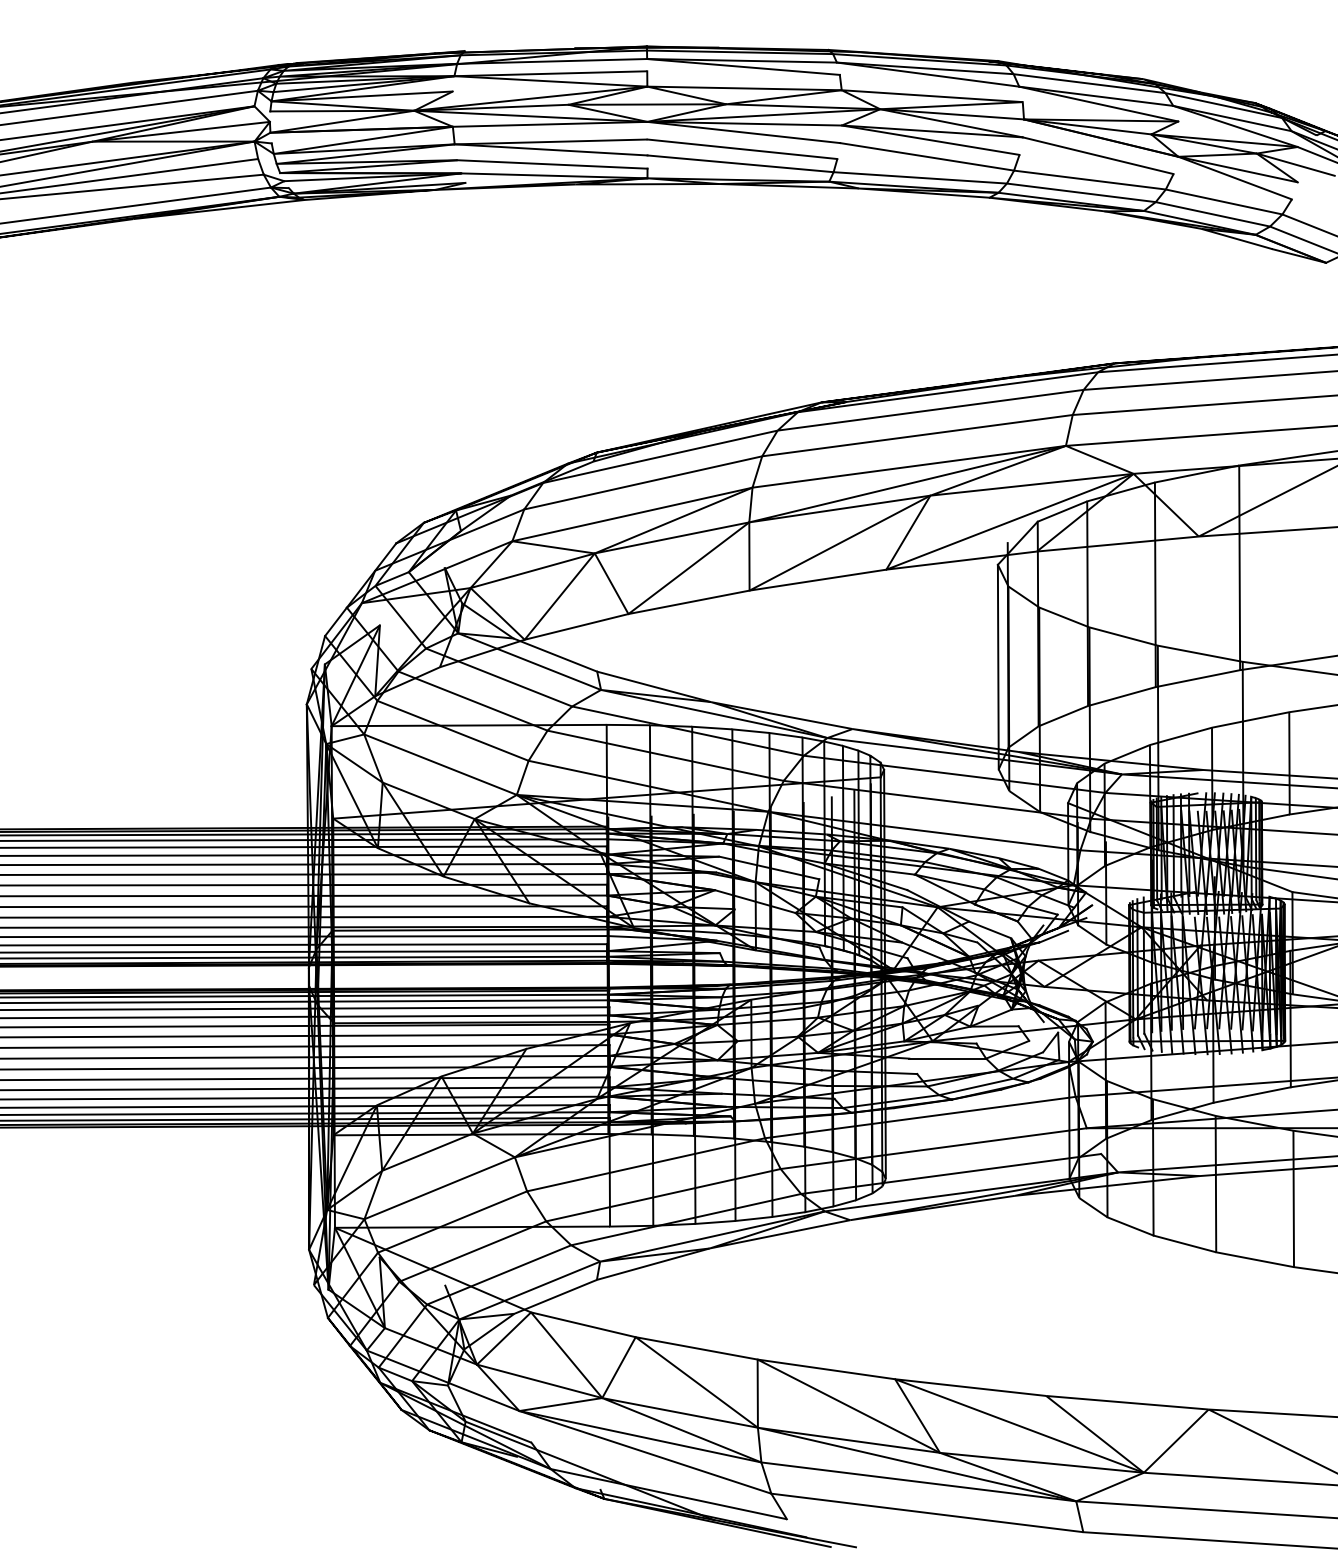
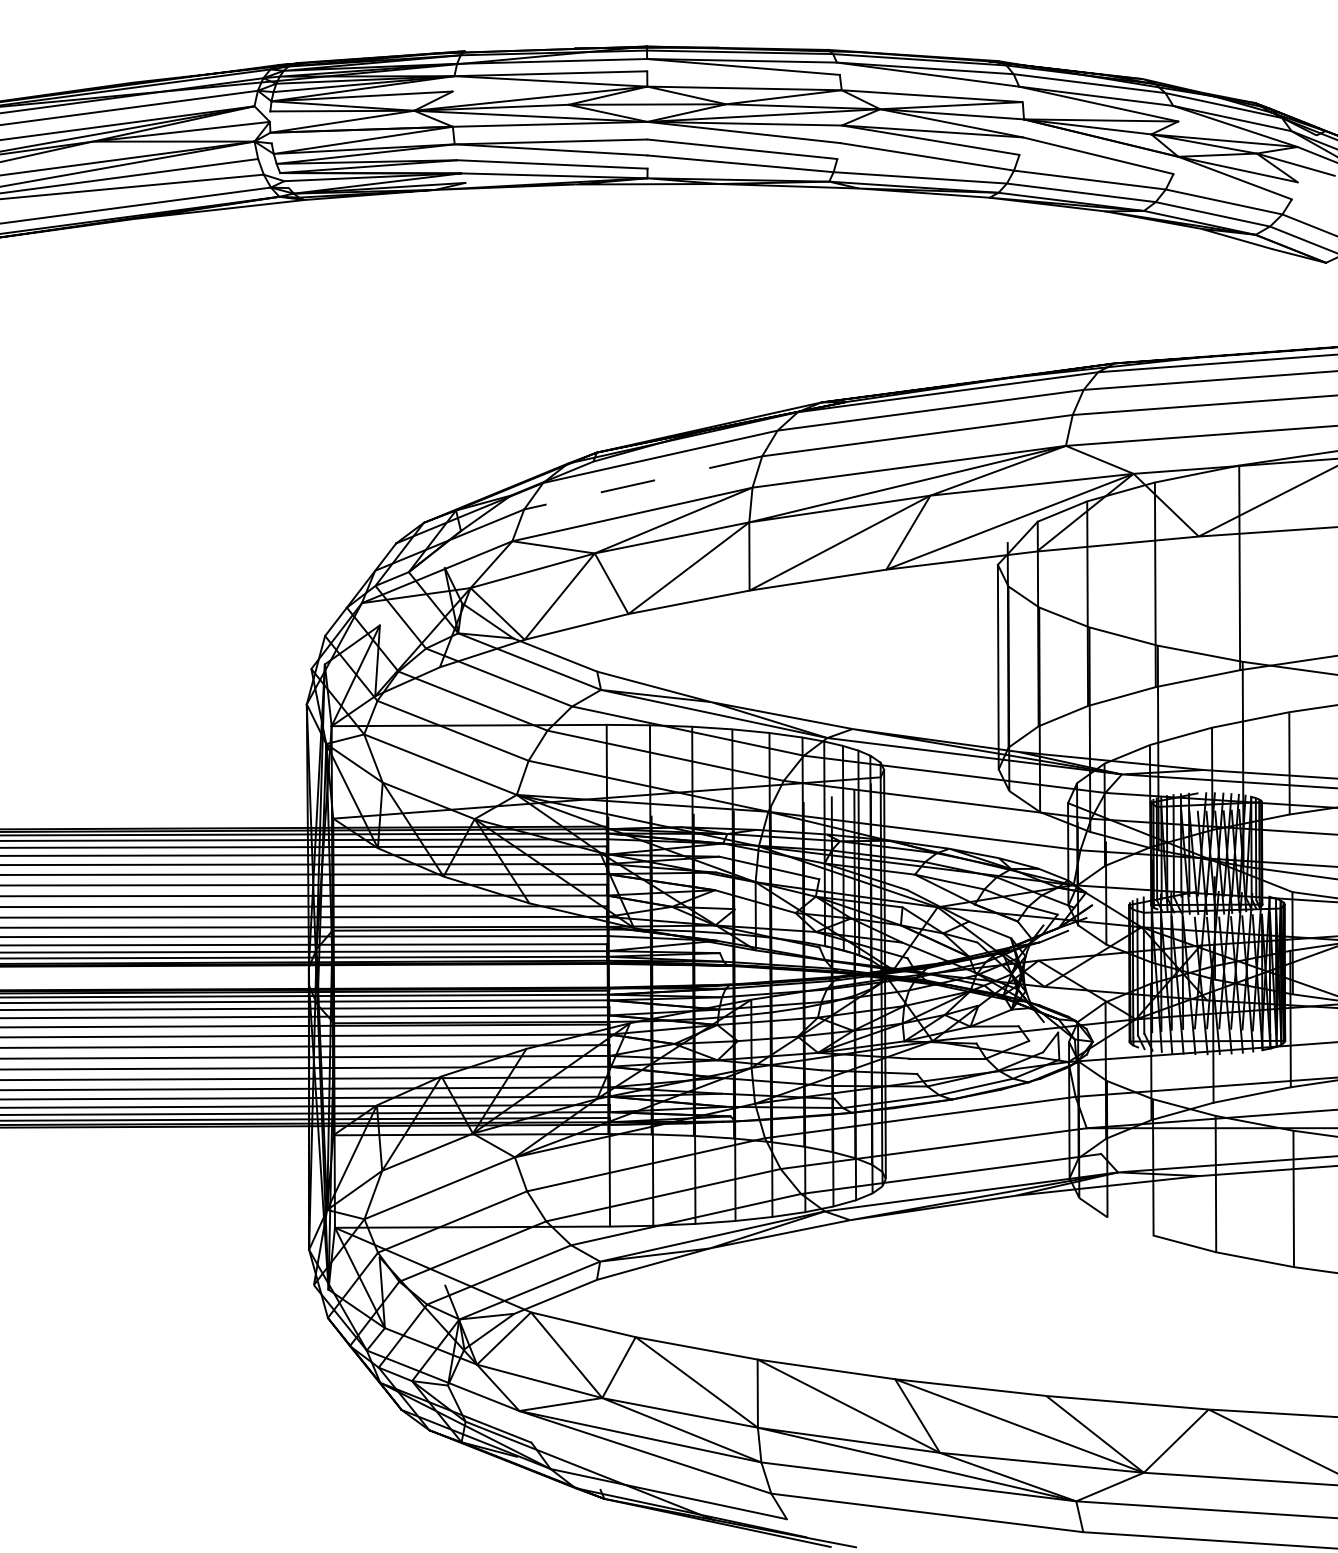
line at (626, 486): solid -> dashed
line at (1130, 1226): present -> none
